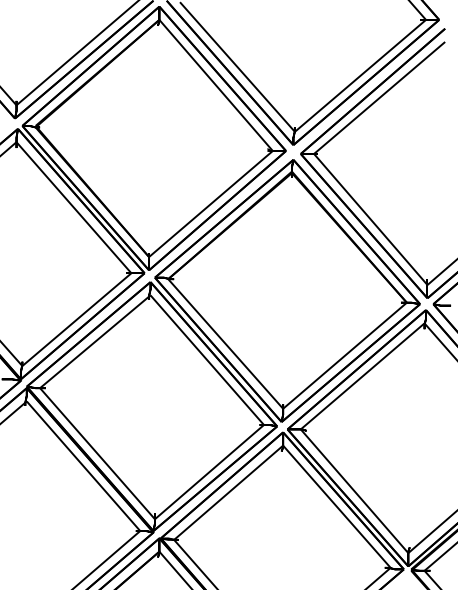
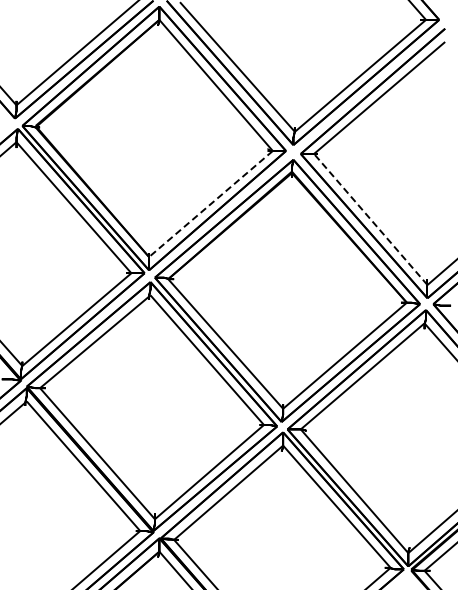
line at (210, 204): solid -> dashed
line at (370, 219): solid -> dashed
